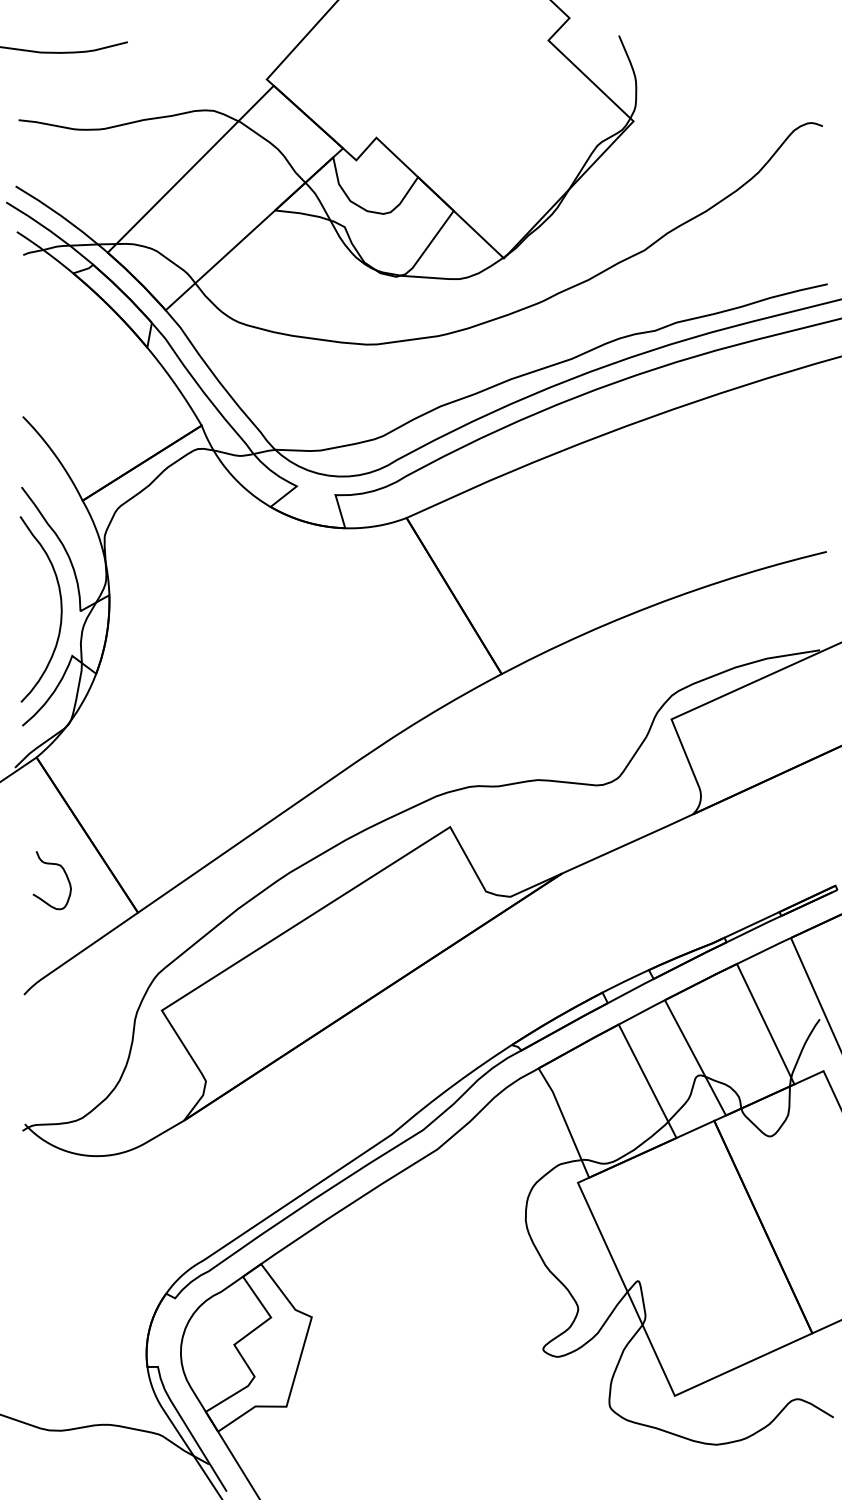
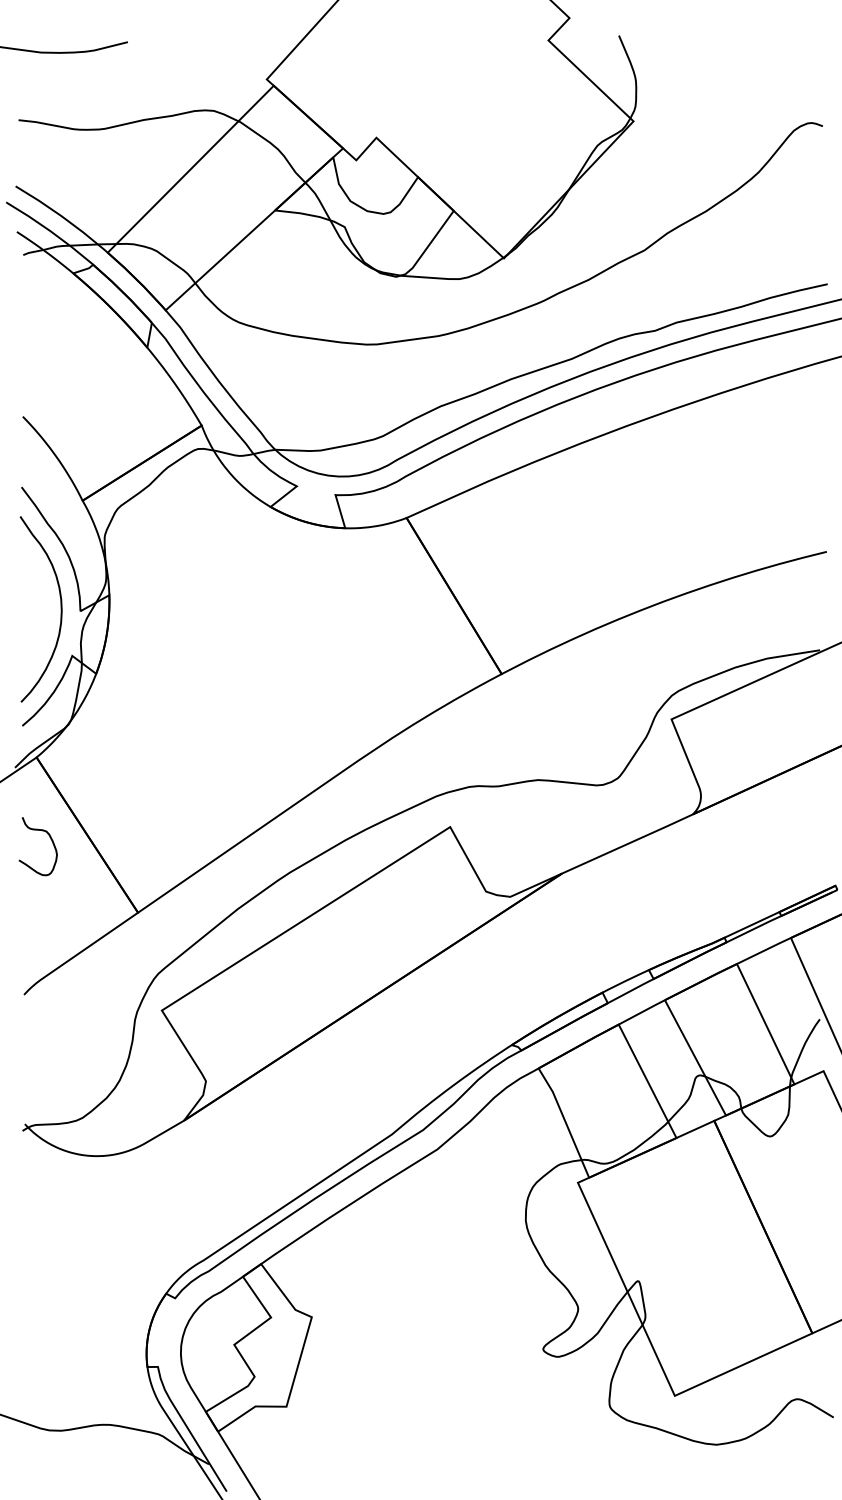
curve at (64, 873) position: (64, 873) -> (50, 839)
